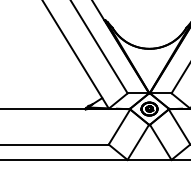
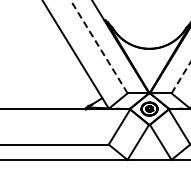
line at (98, 46): solid -> dashed
line at (181, 77): solid -> dashed
